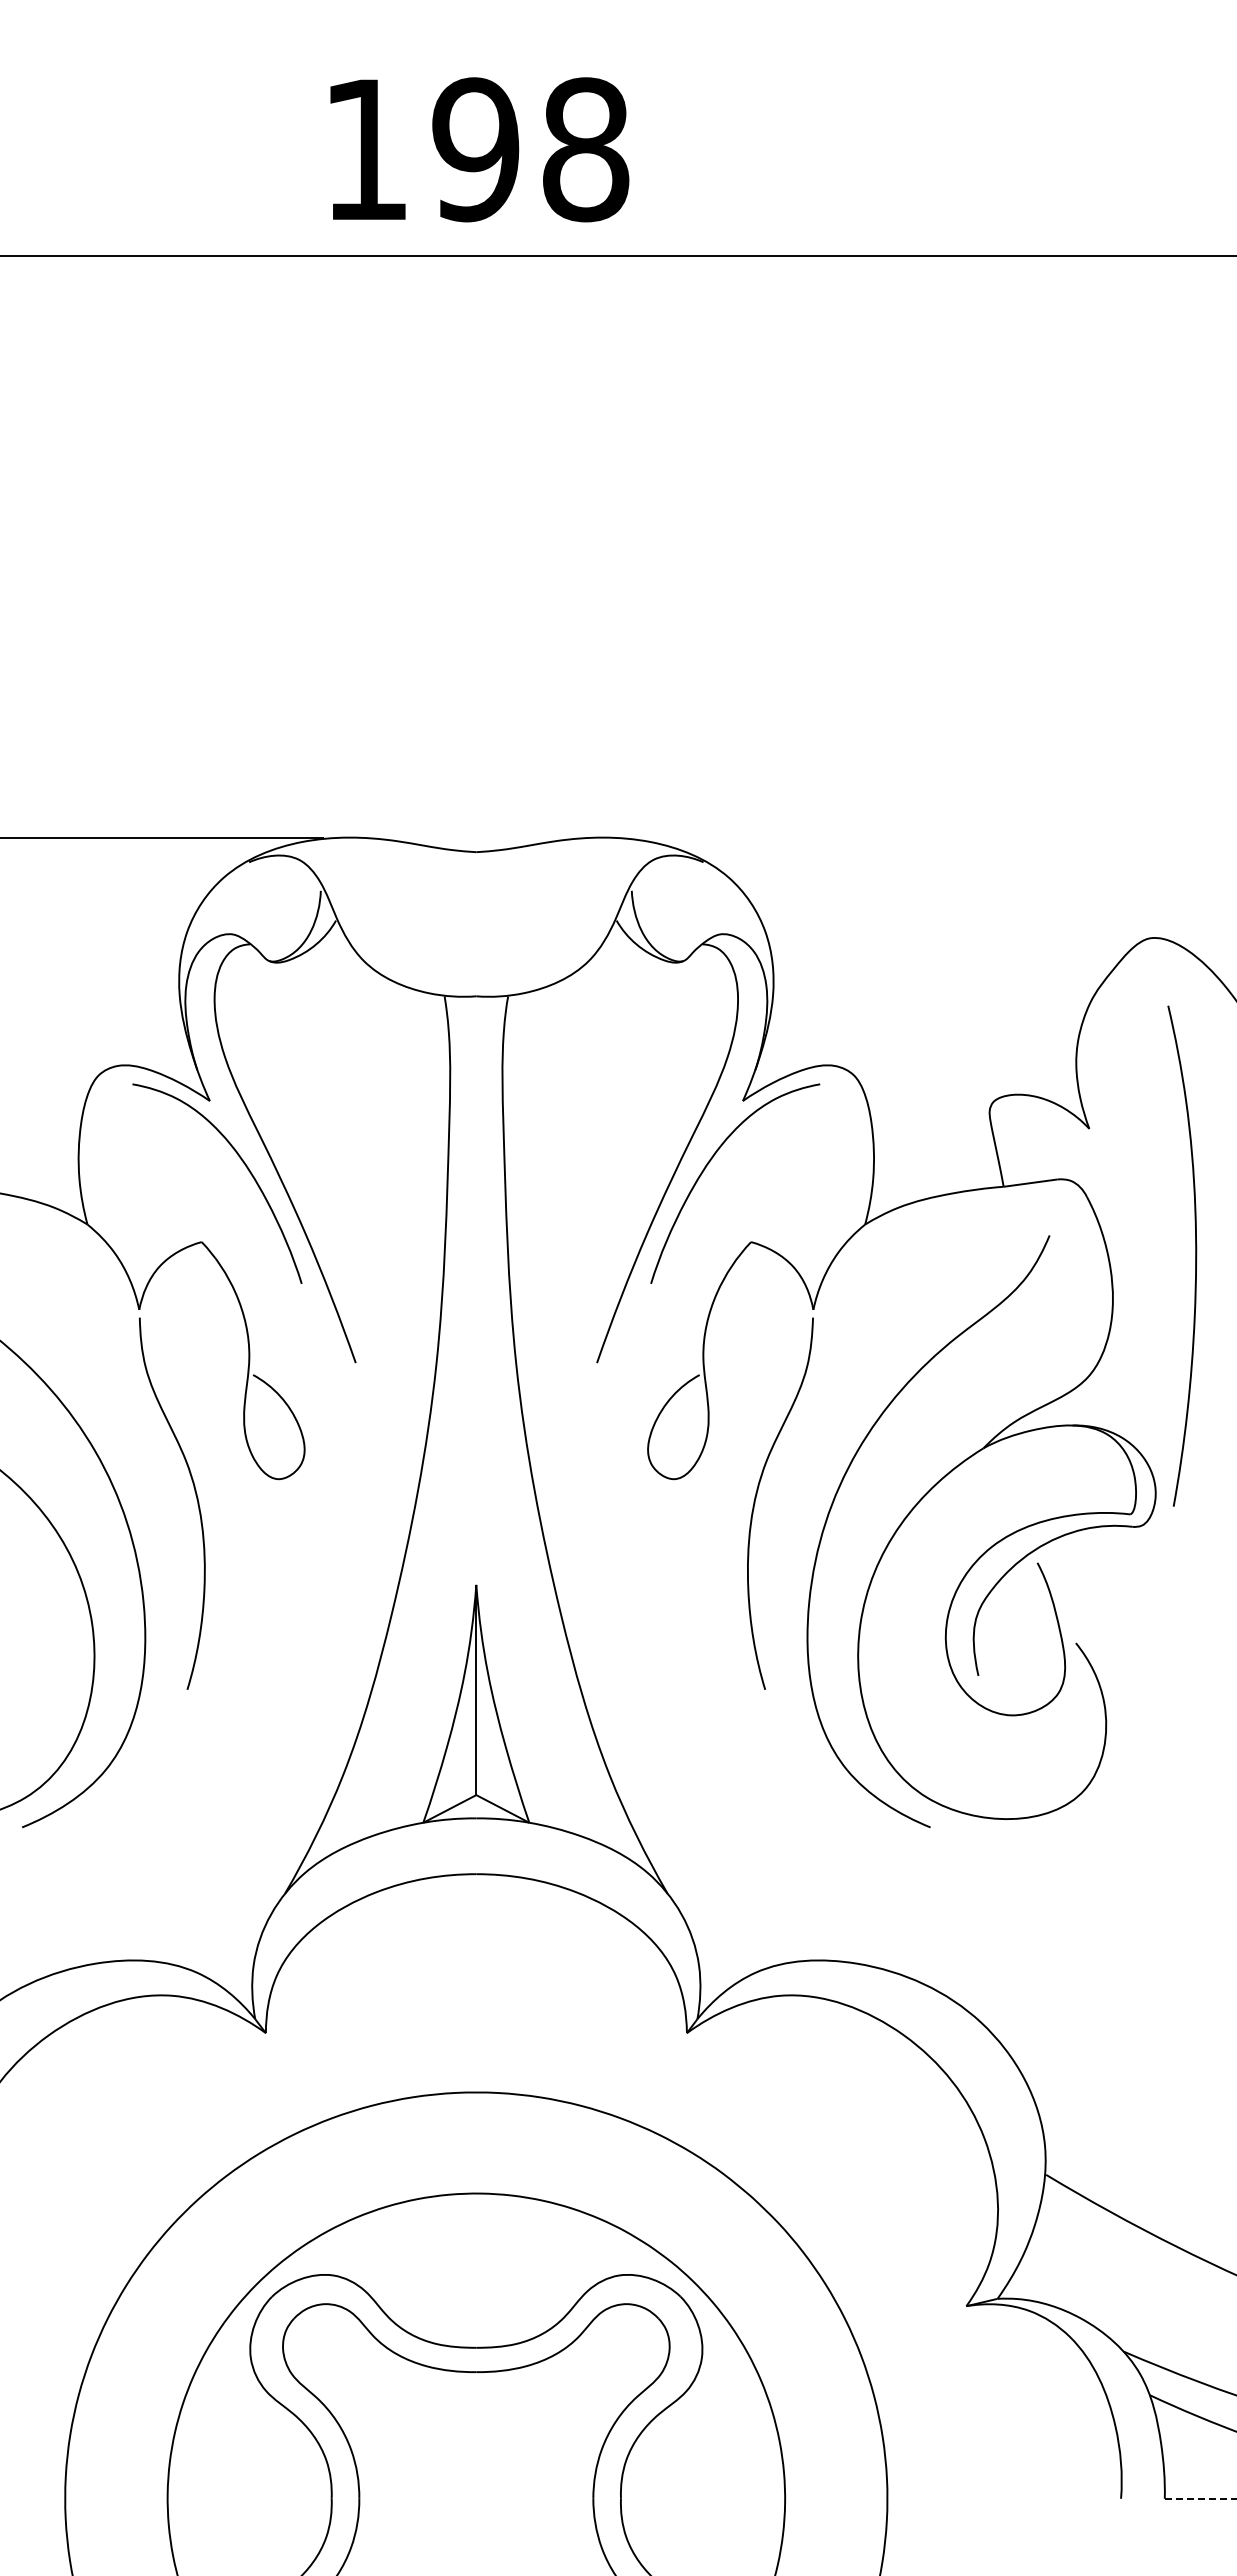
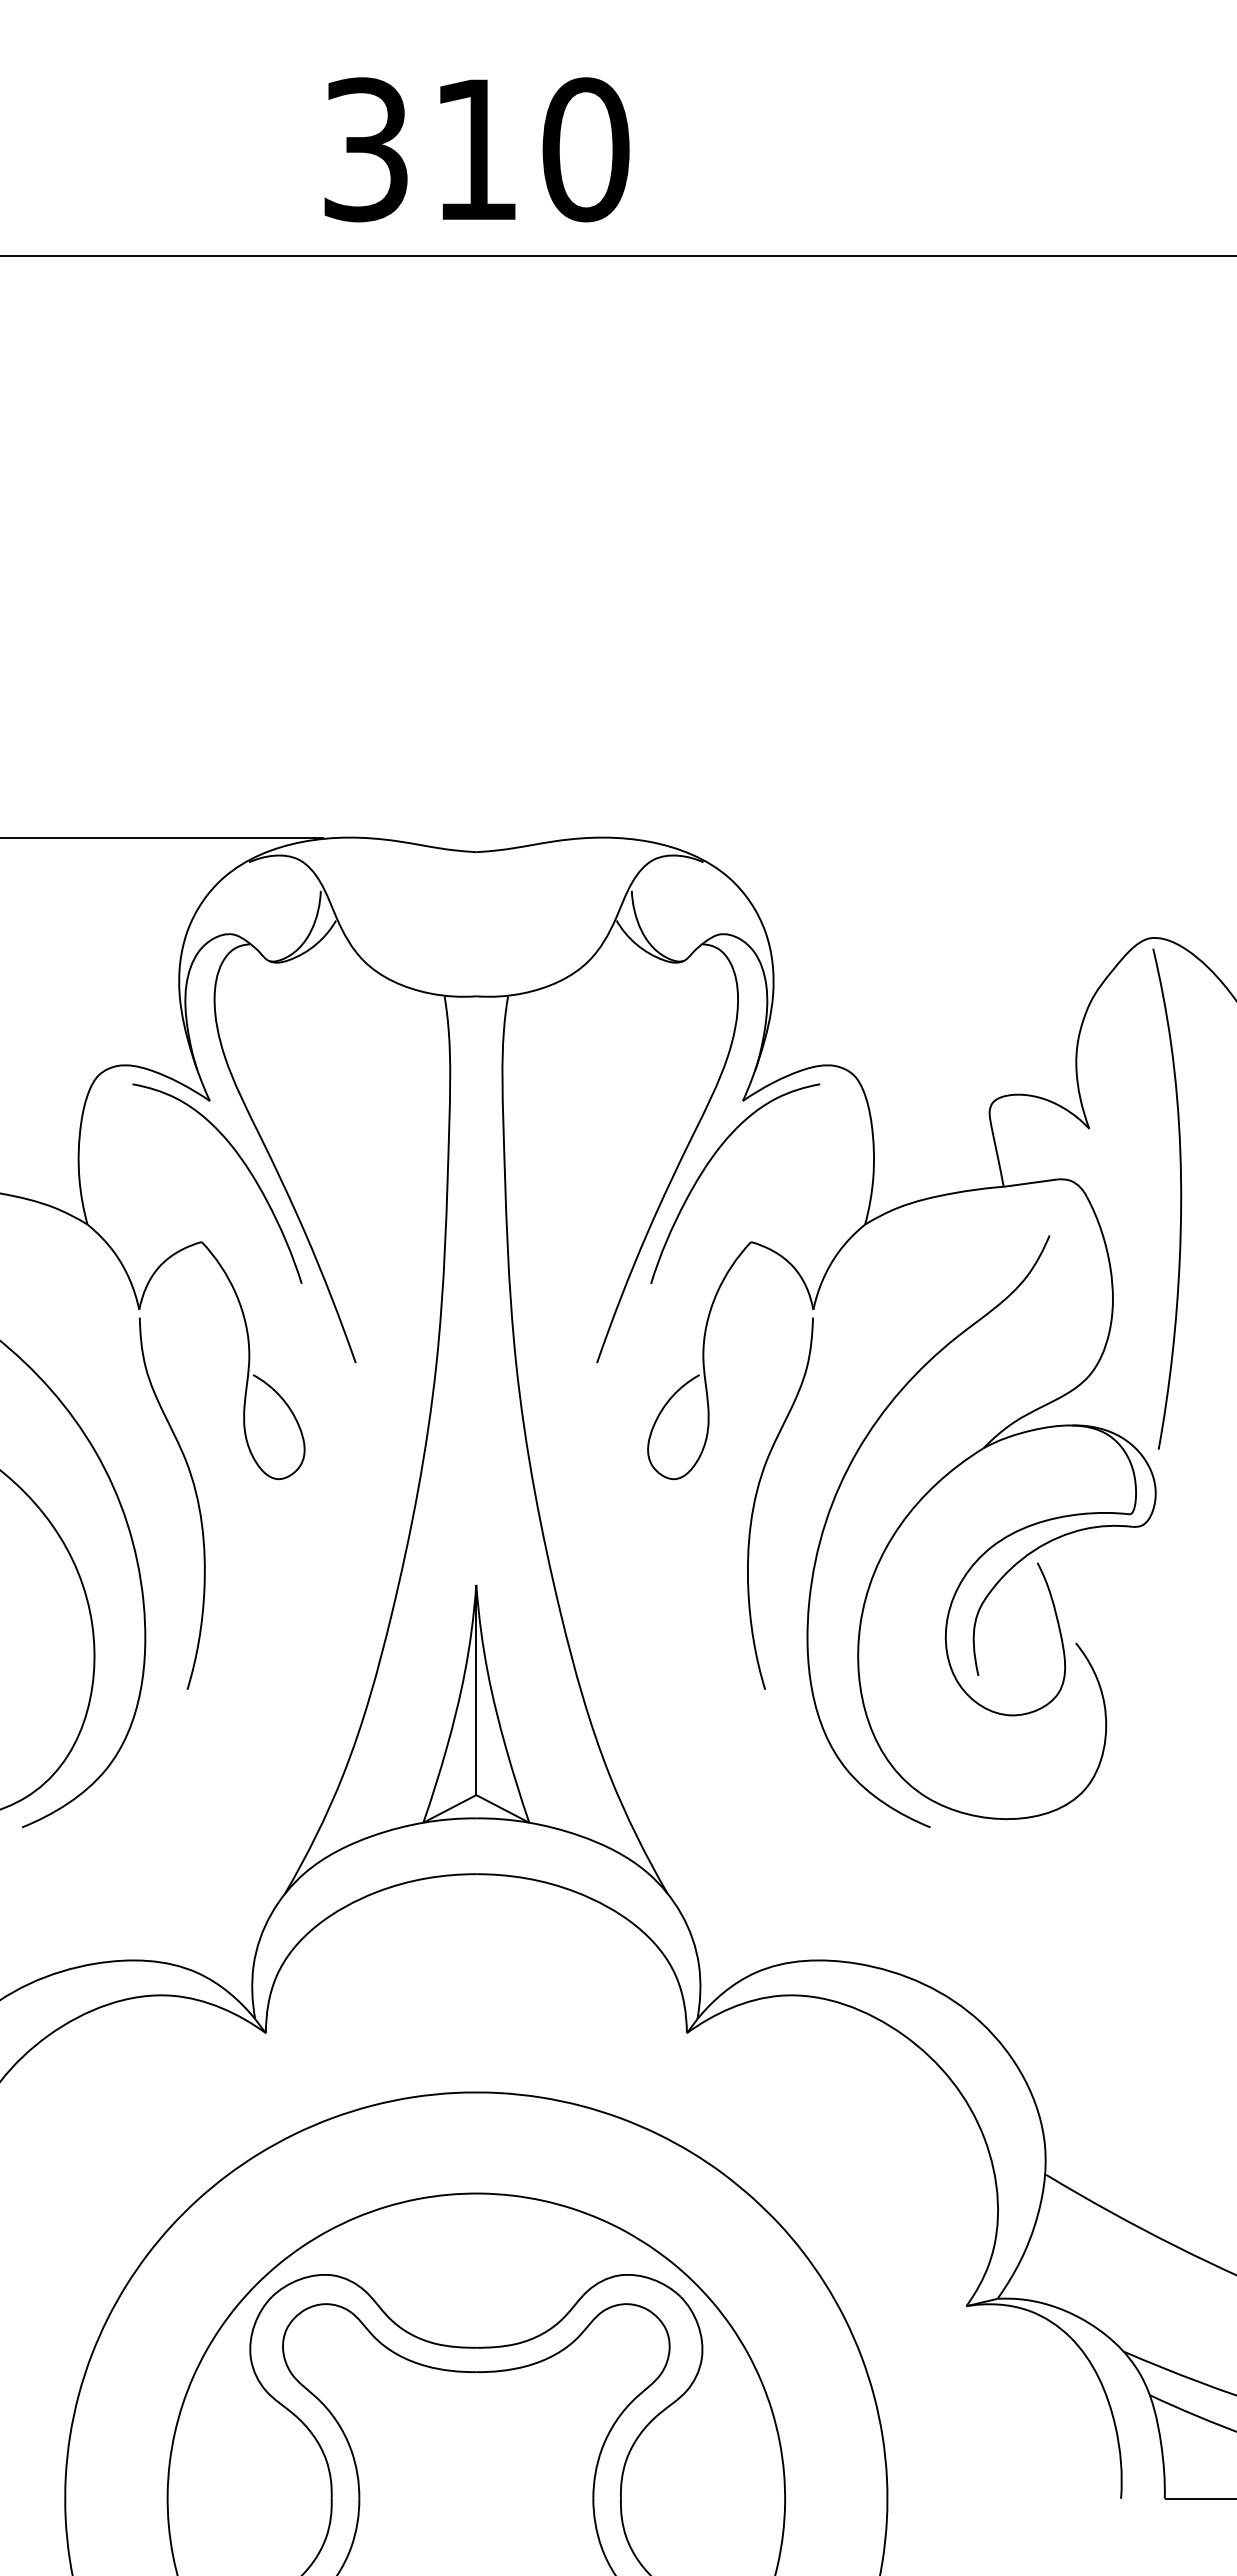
text at (476, 149): 198 -> 310
curve at (1195, 1255) position: (1195, 1255) -> (1180, 1198)
line at (1200, 2498): dashed -> solid
